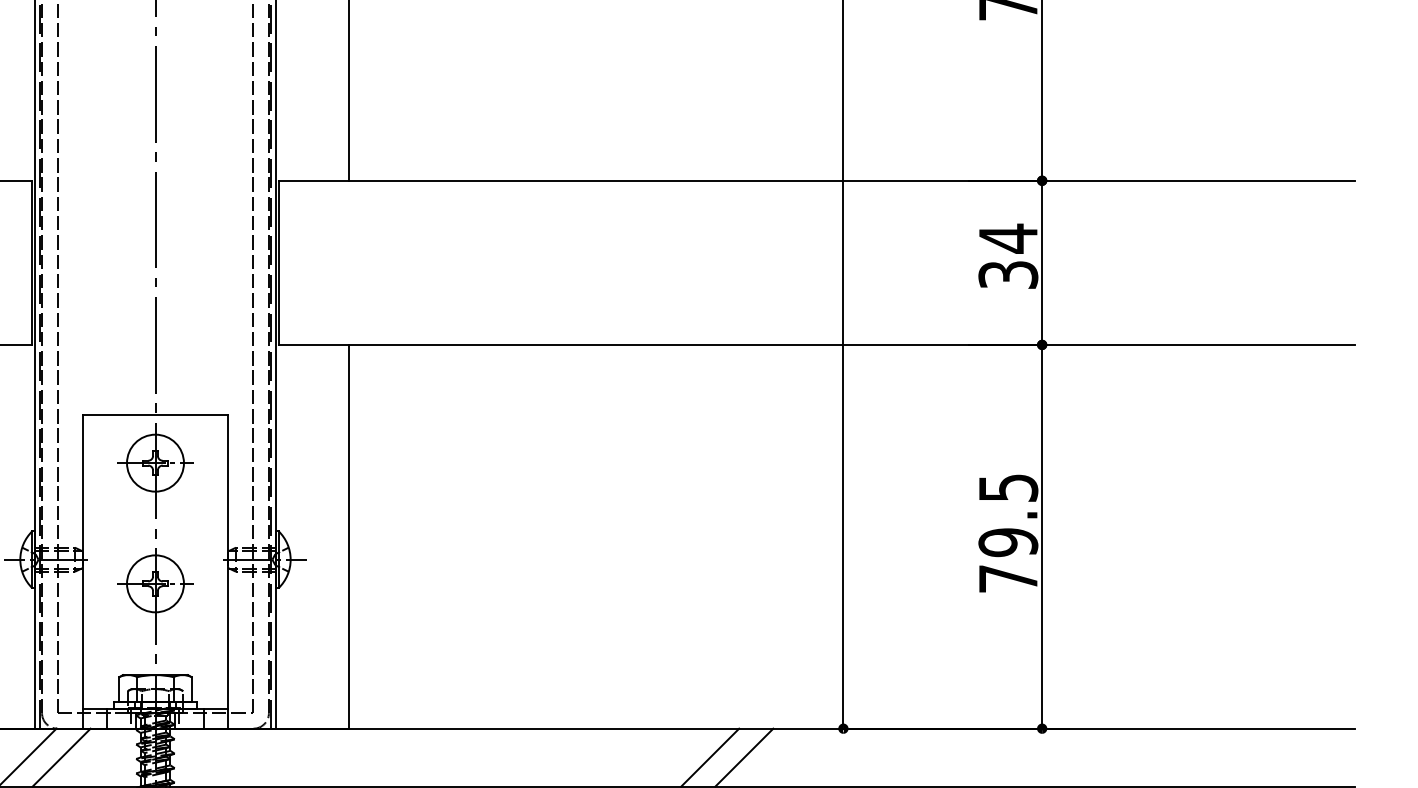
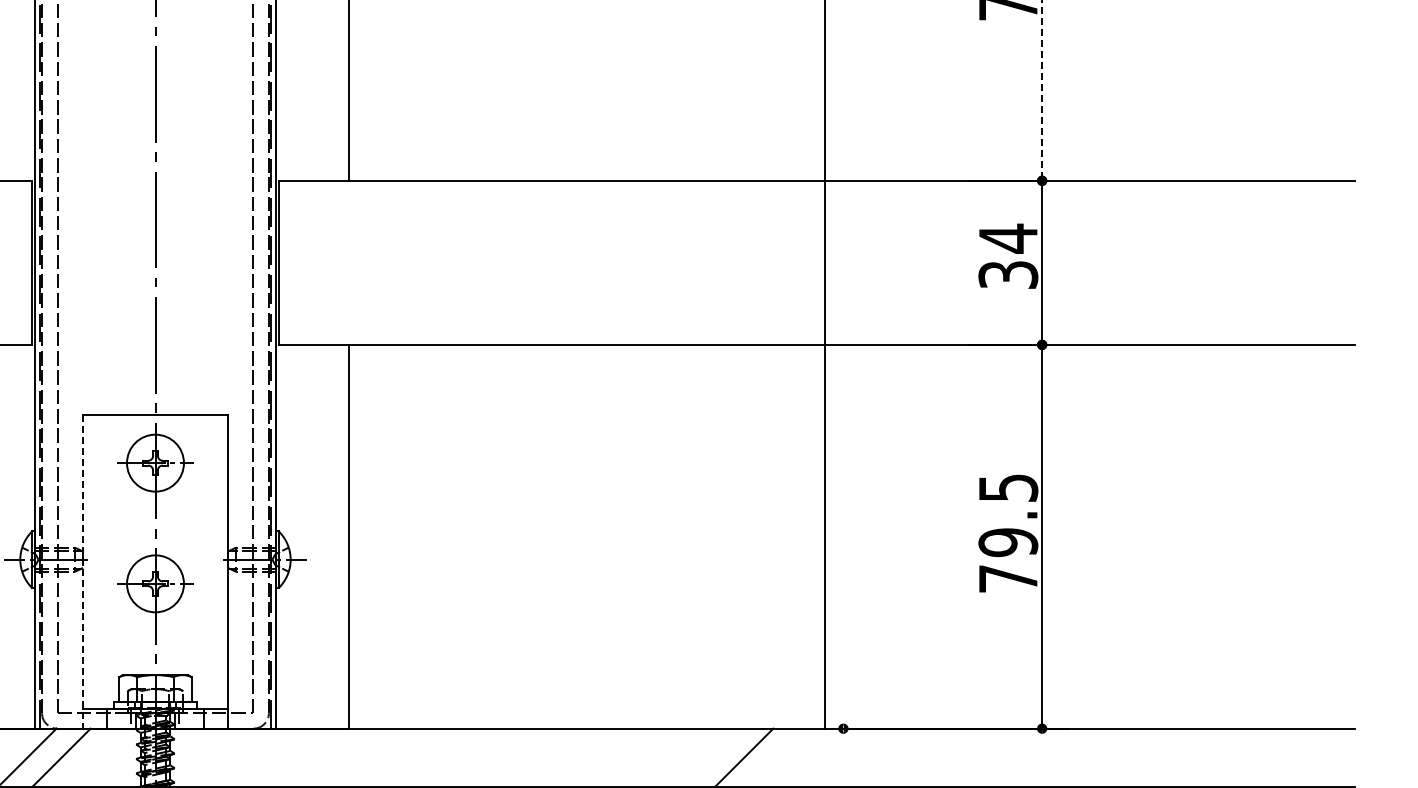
line at (1042, 90): solid -> dashed
line at (843, 365) position: (843, 365) -> (825, 365)
line at (83, 571): solid -> dashed
line at (711, 756): present -> none
